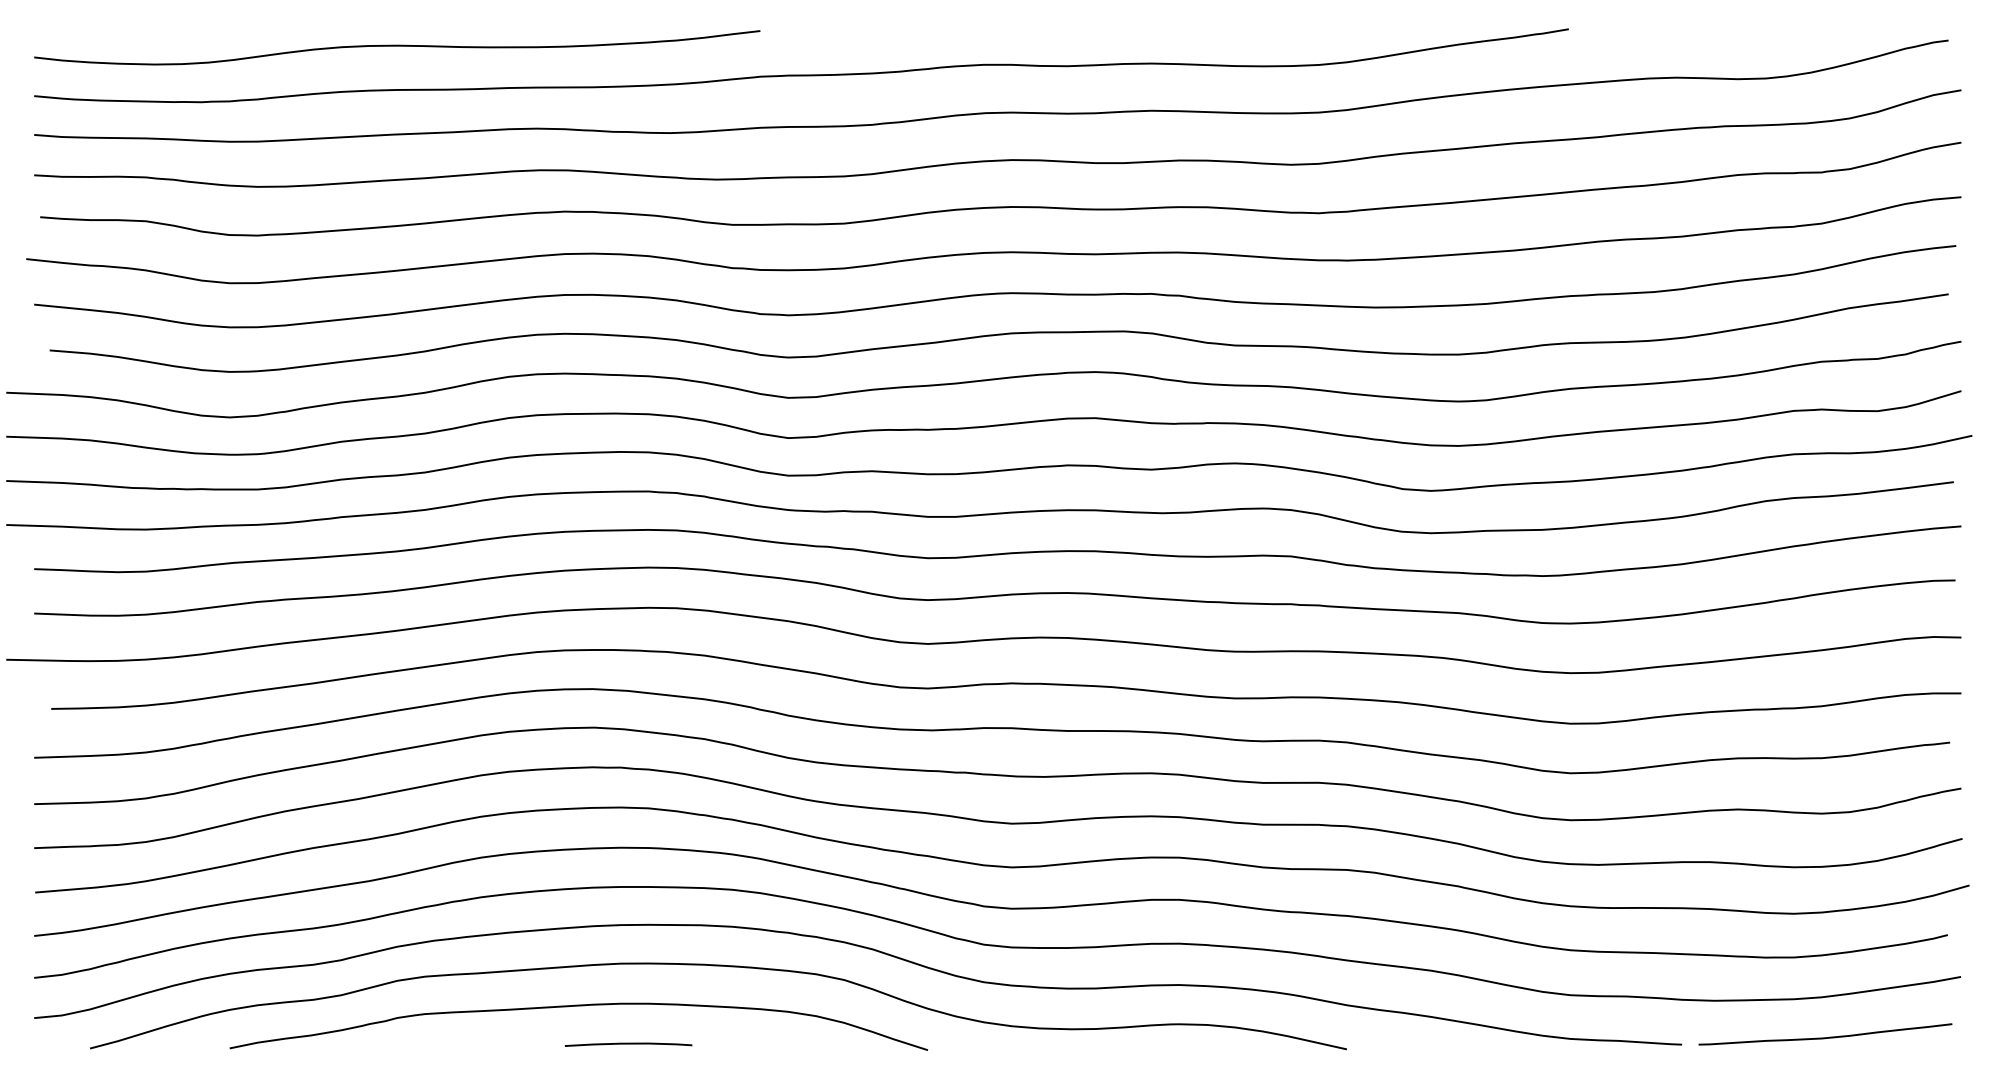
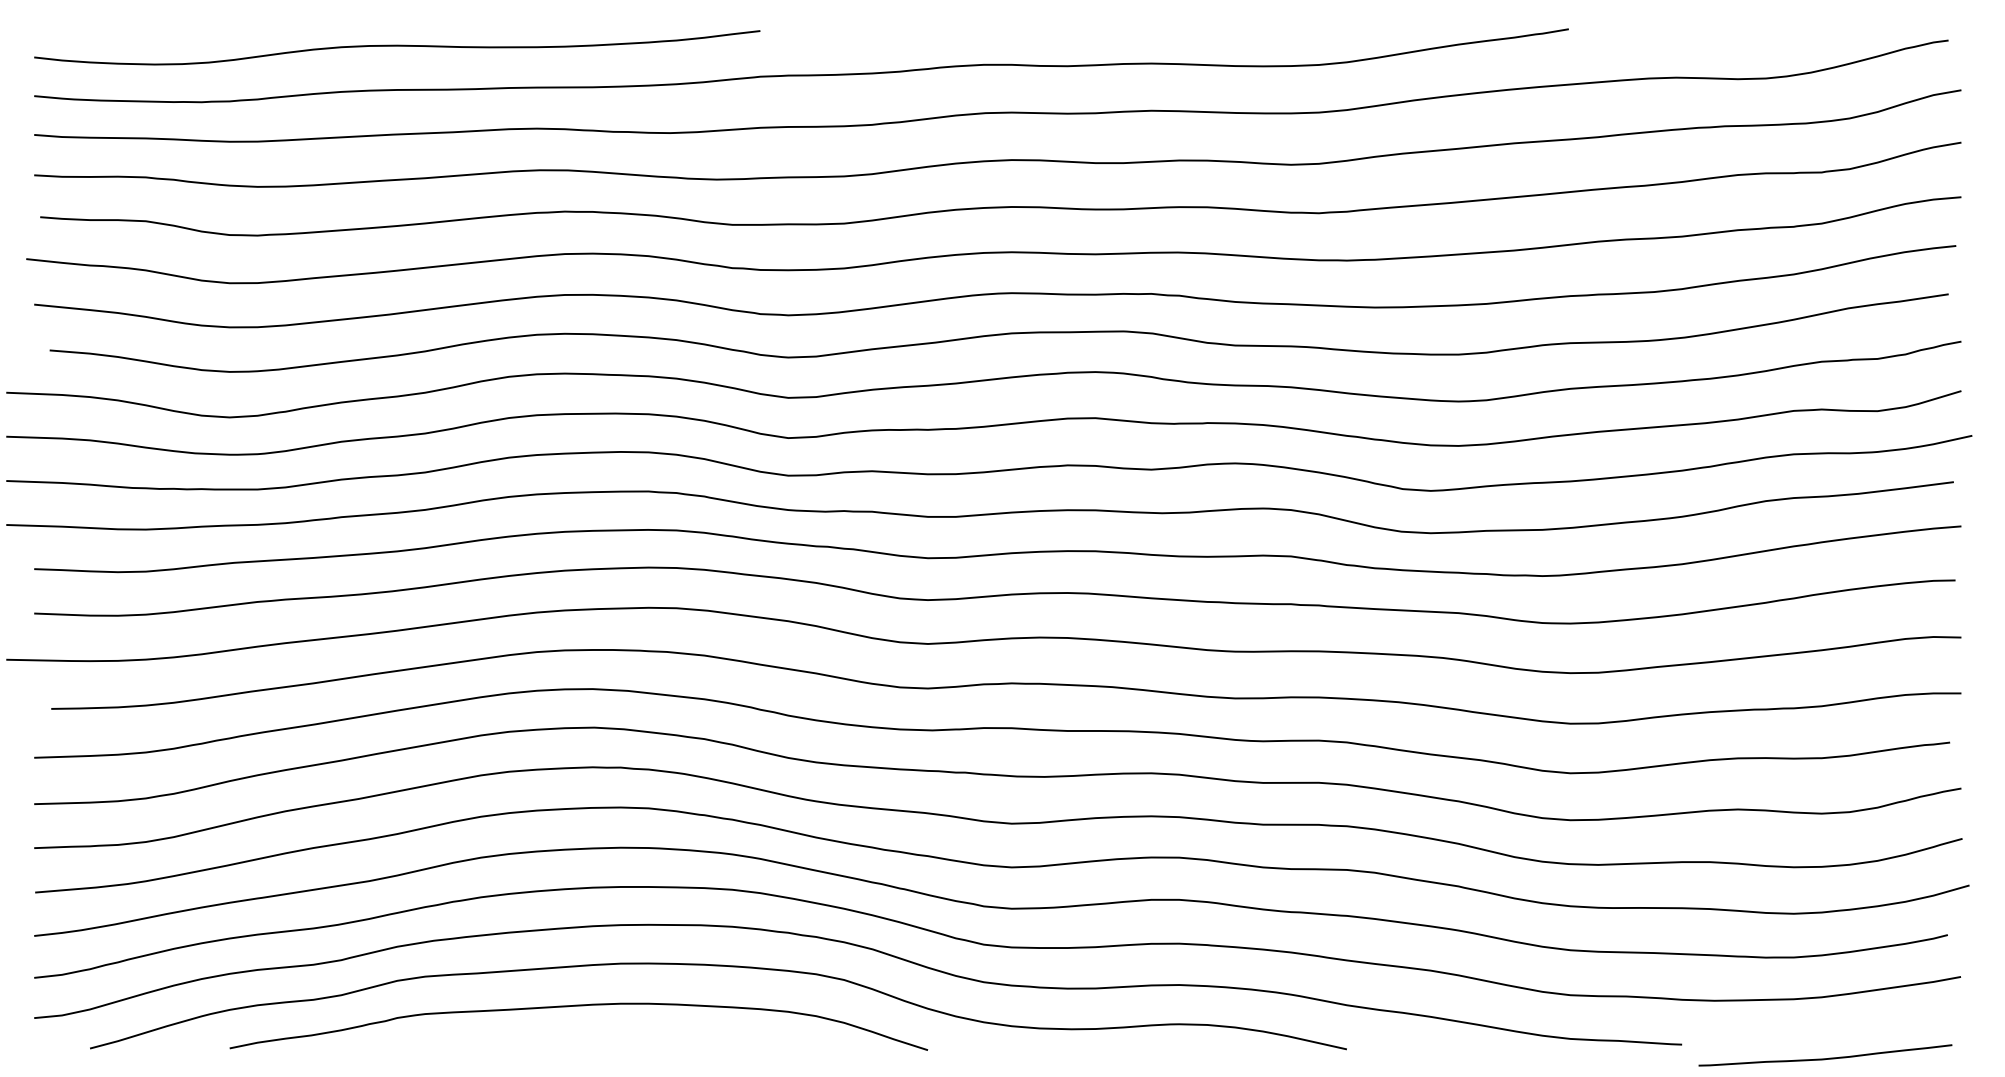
curve at (1825, 1037) position: (1825, 1037) -> (1825, 1058)
curve at (628, 1044): present -> none
